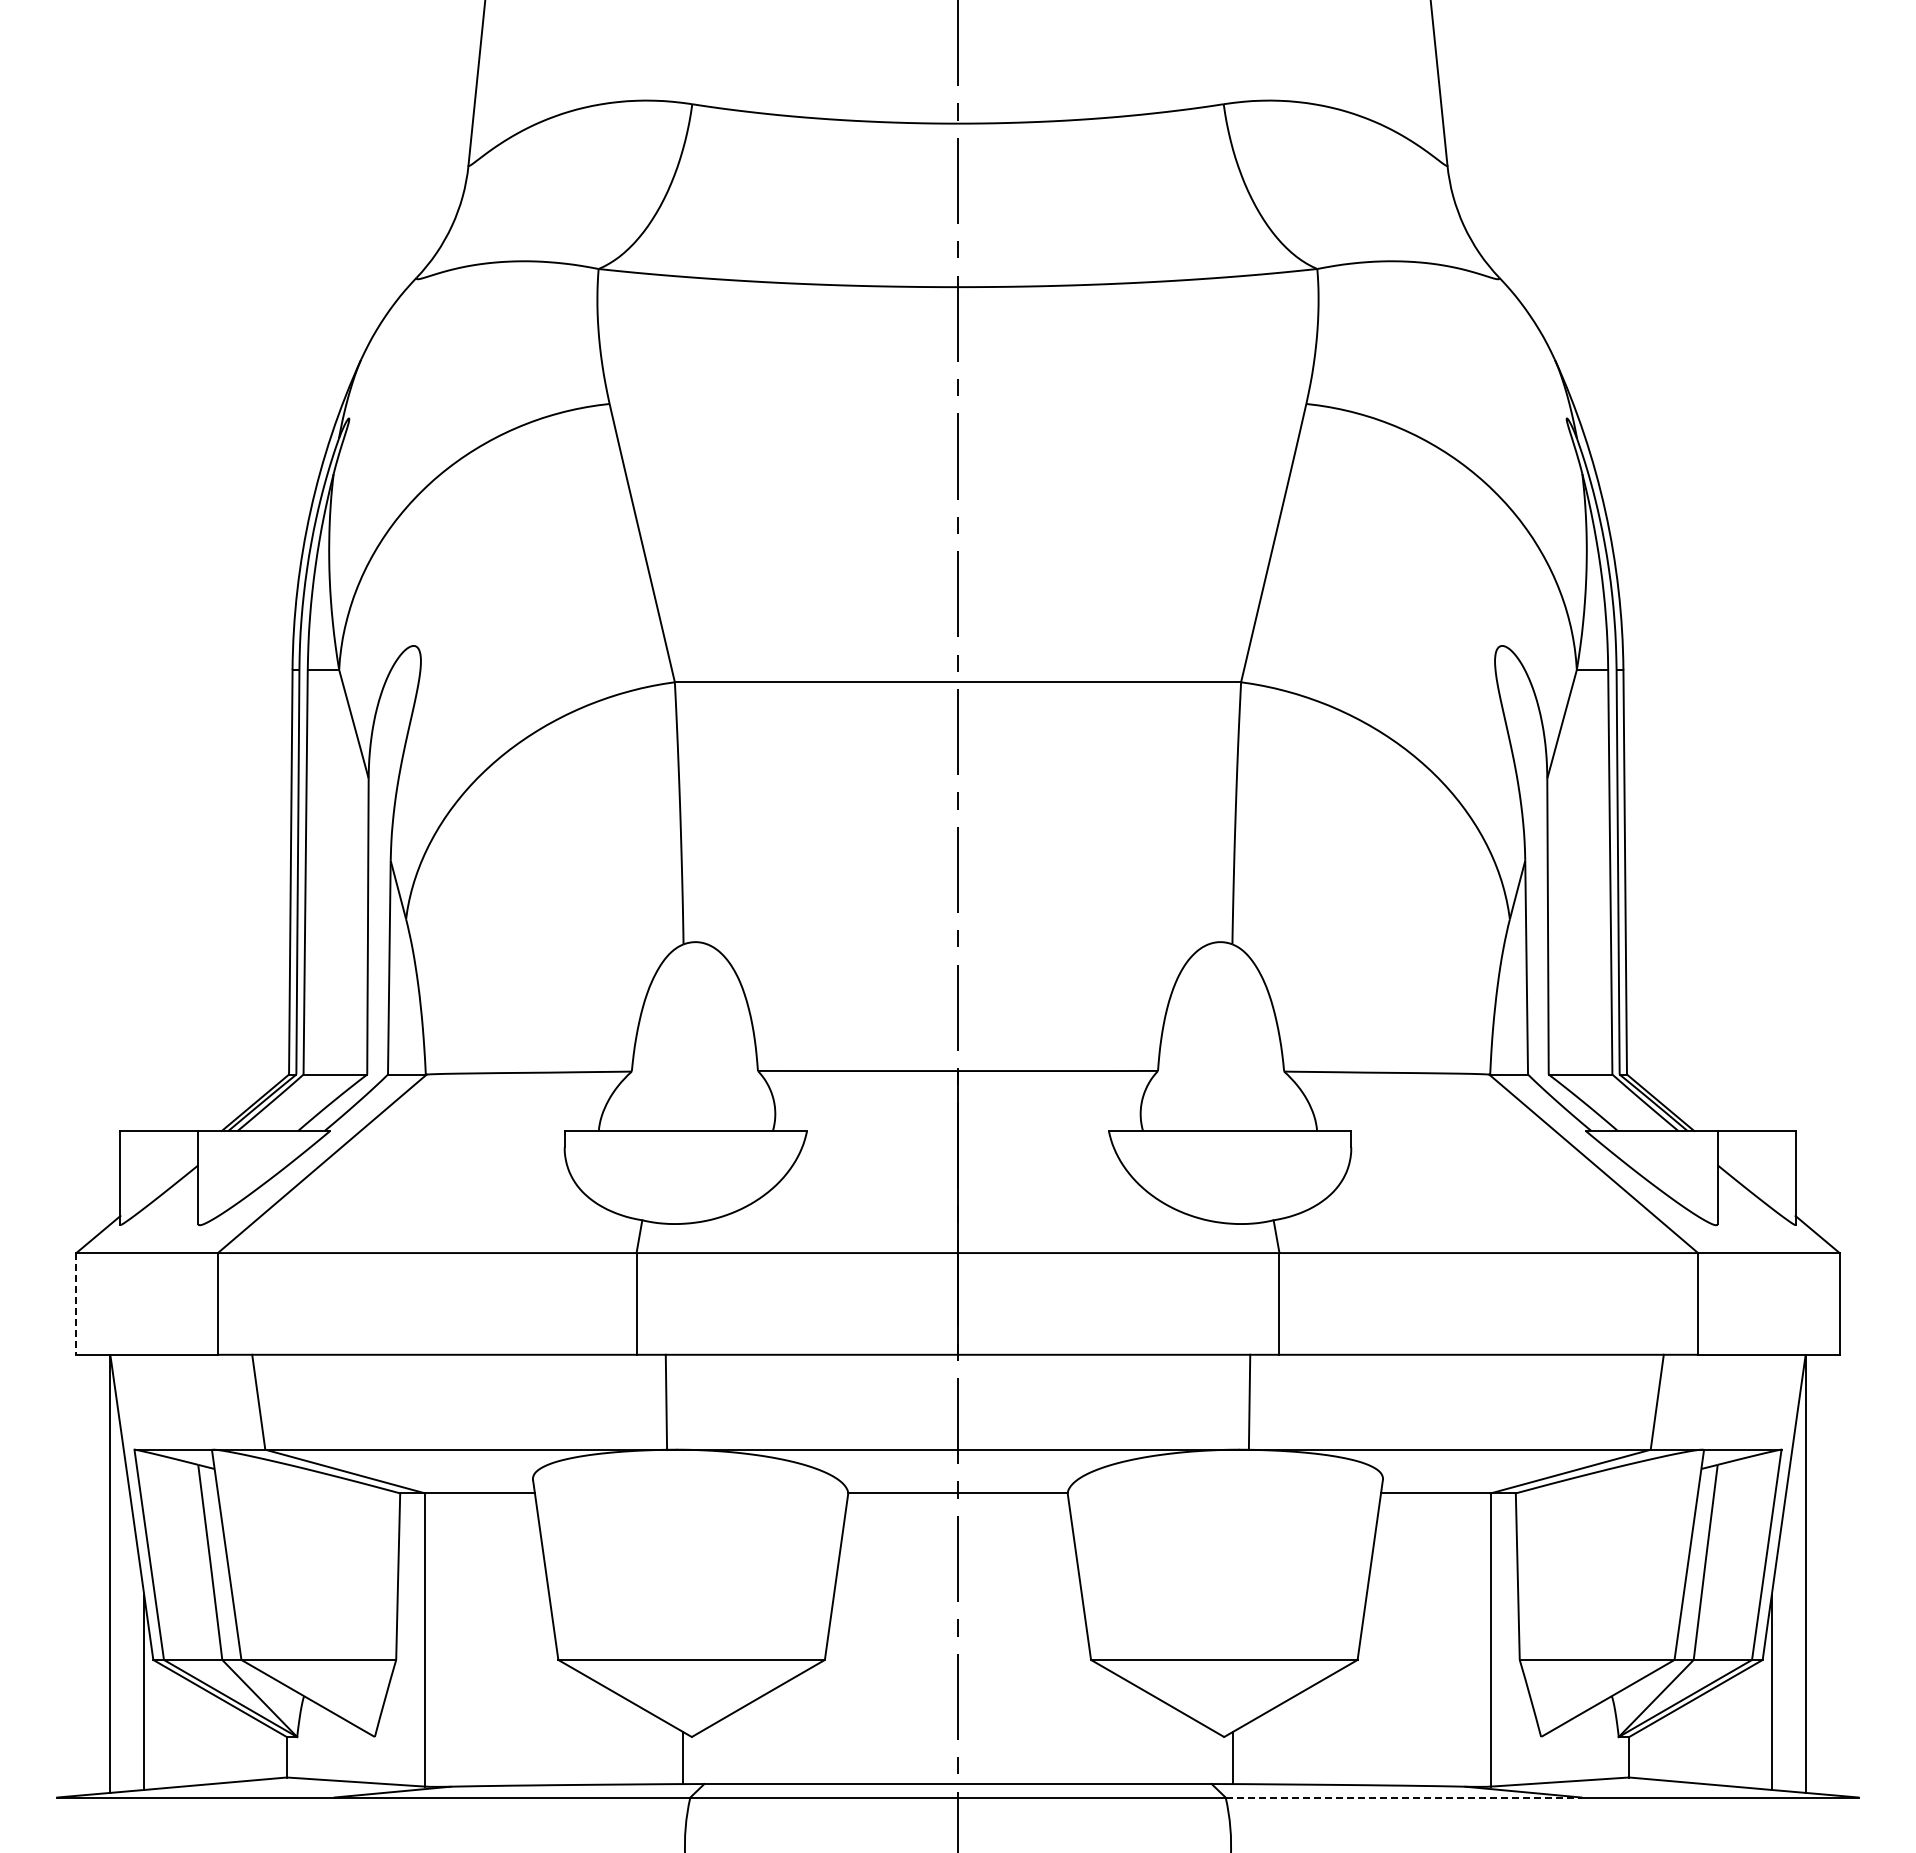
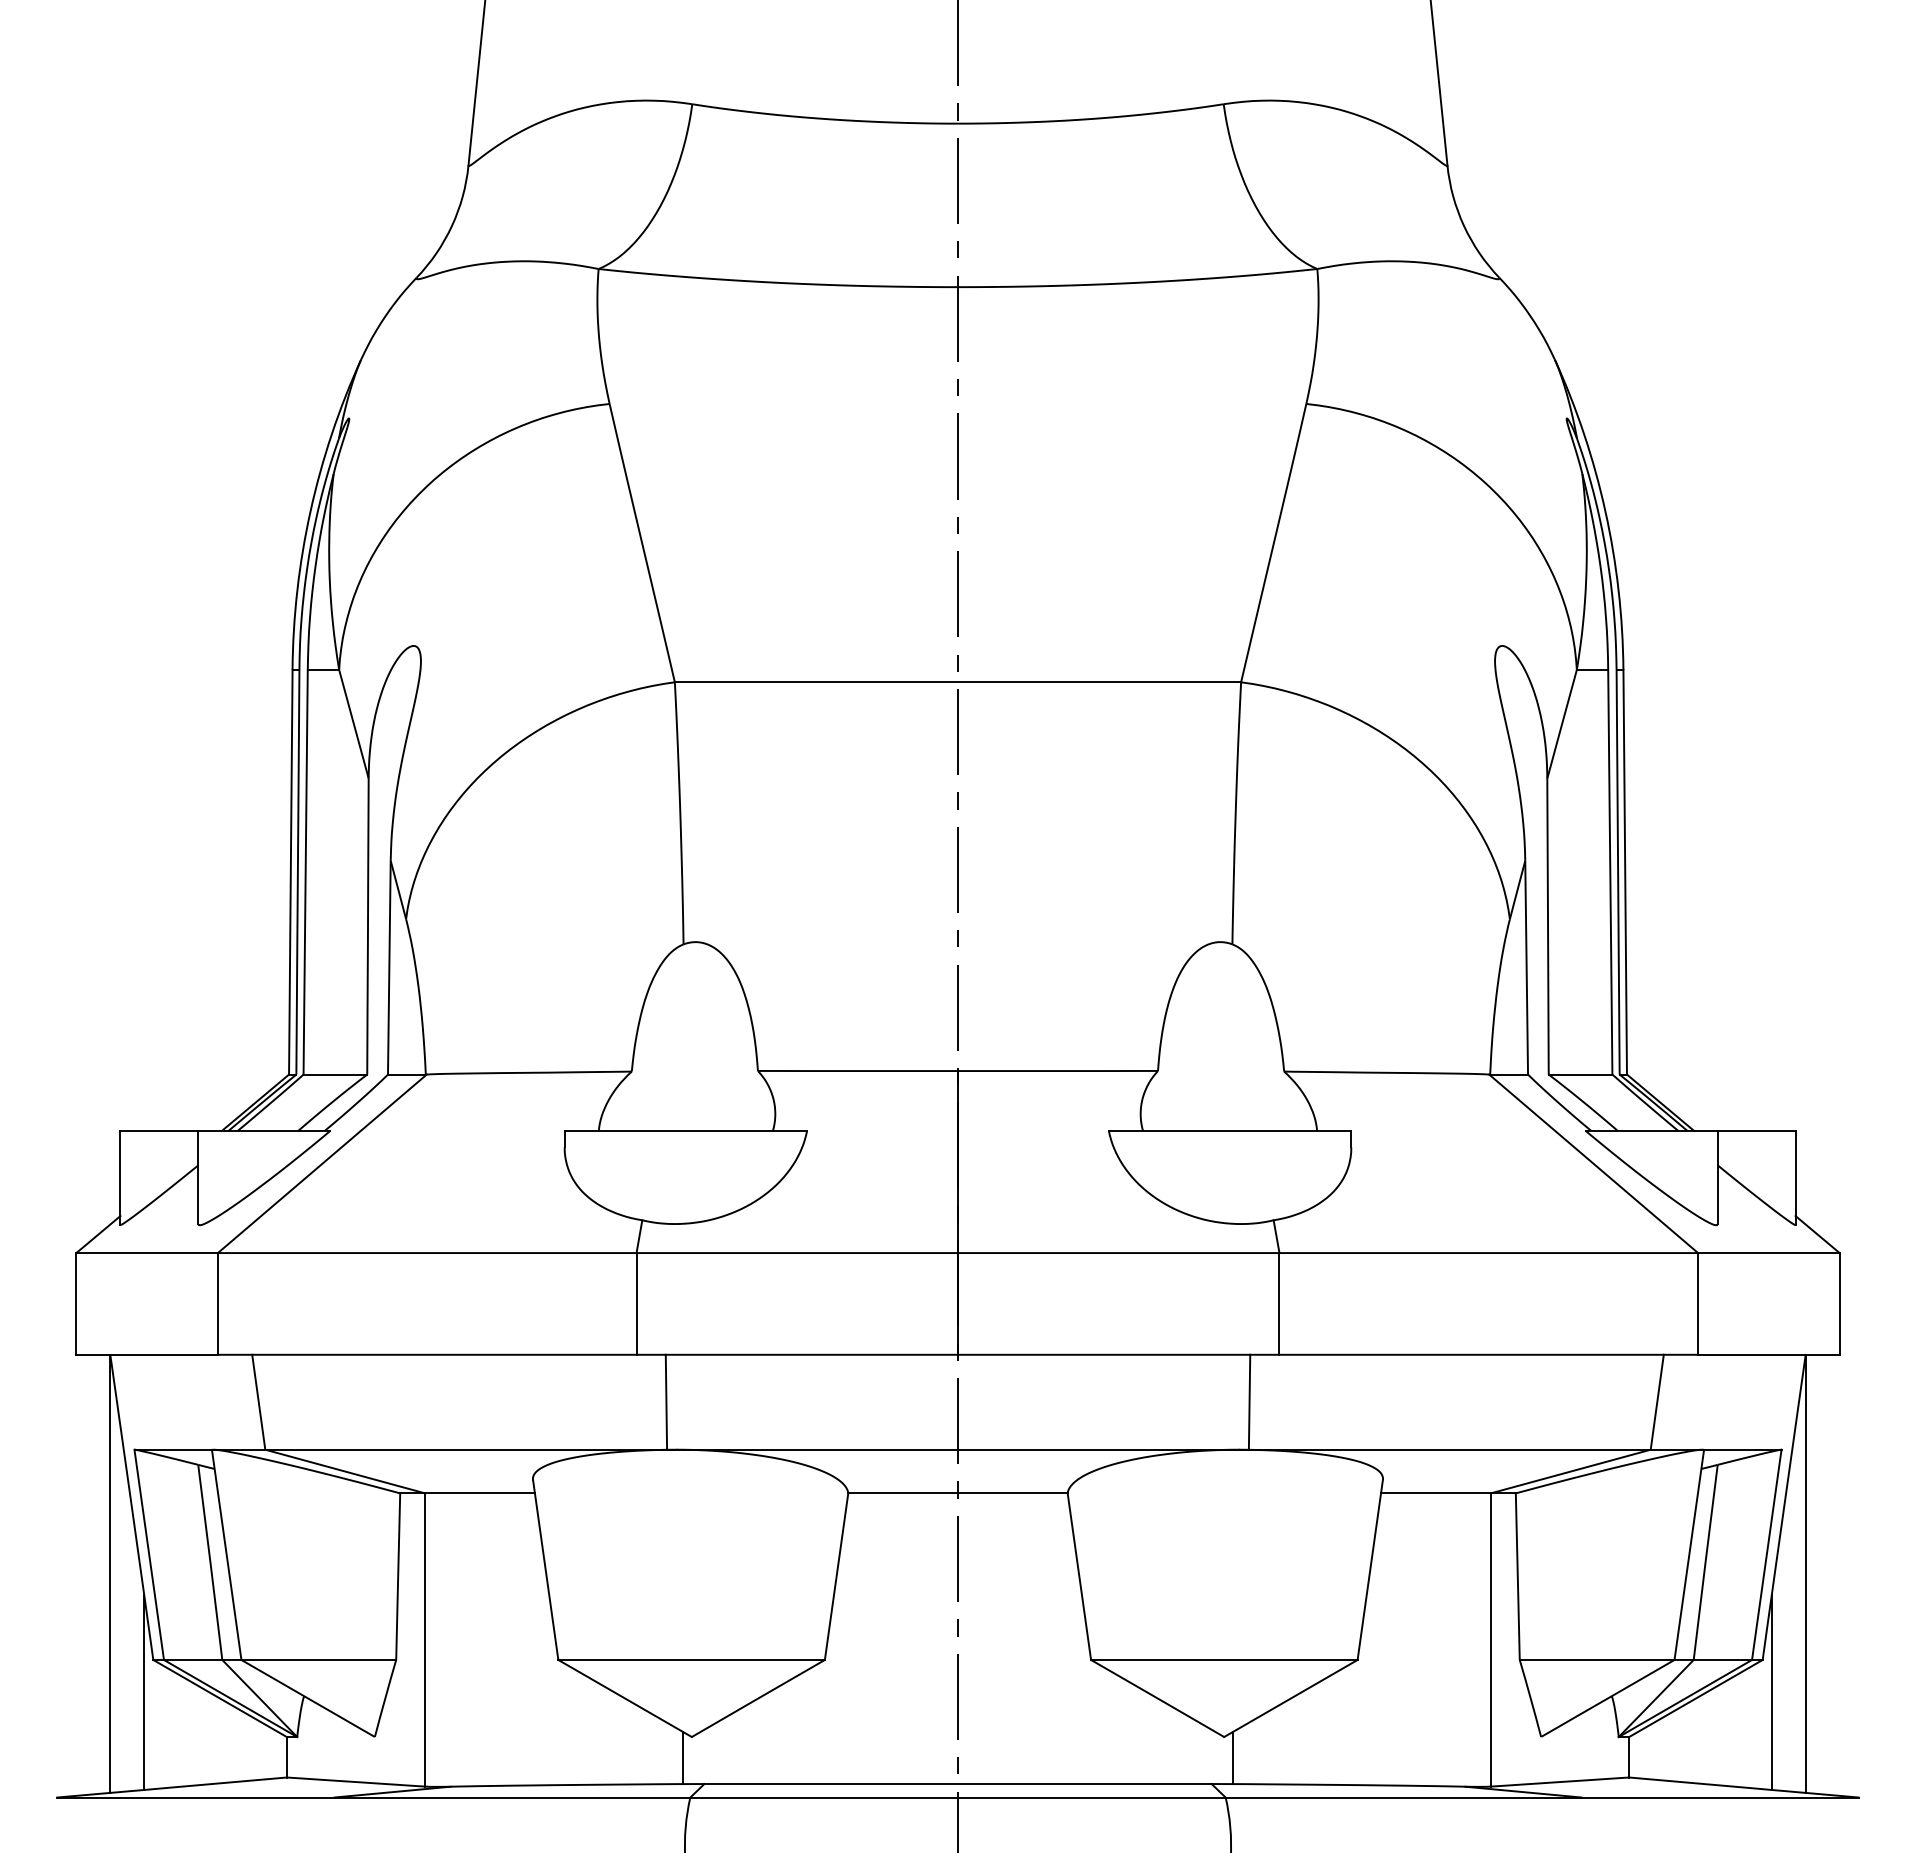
line at (76, 1303): dashed -> solid
line at (1403, 1797): dashed -> solid
